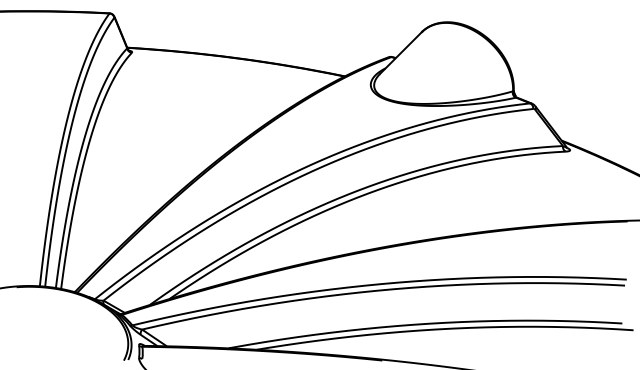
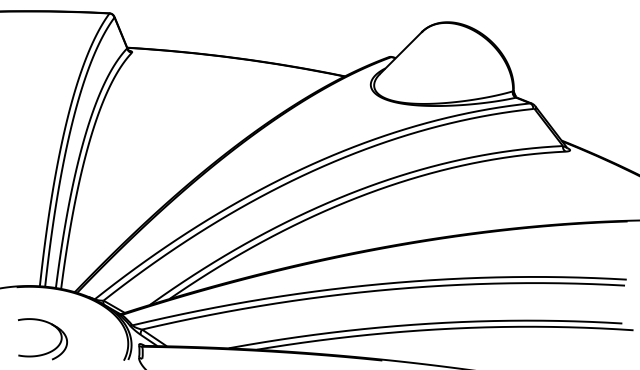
part at (48, 351): none -> present
